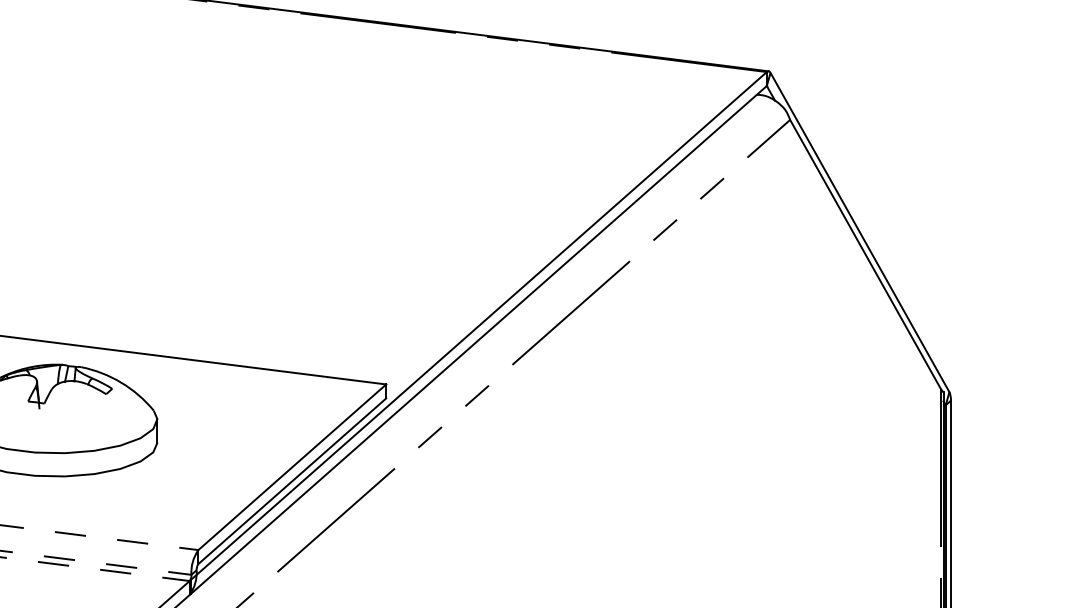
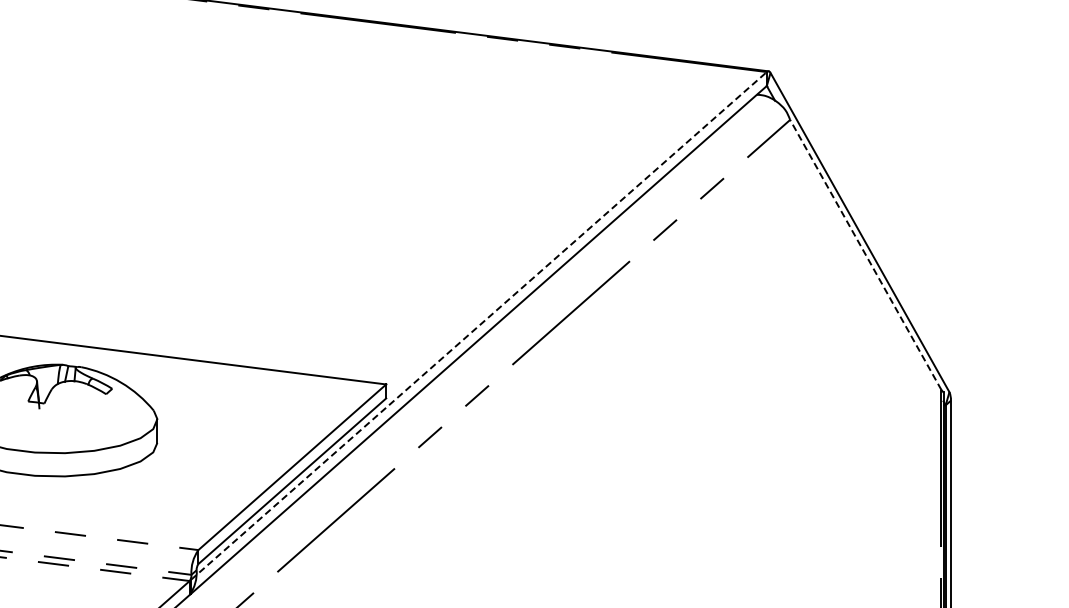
line at (865, 254): solid -> dashed
line at (478, 325): solid -> dashed
